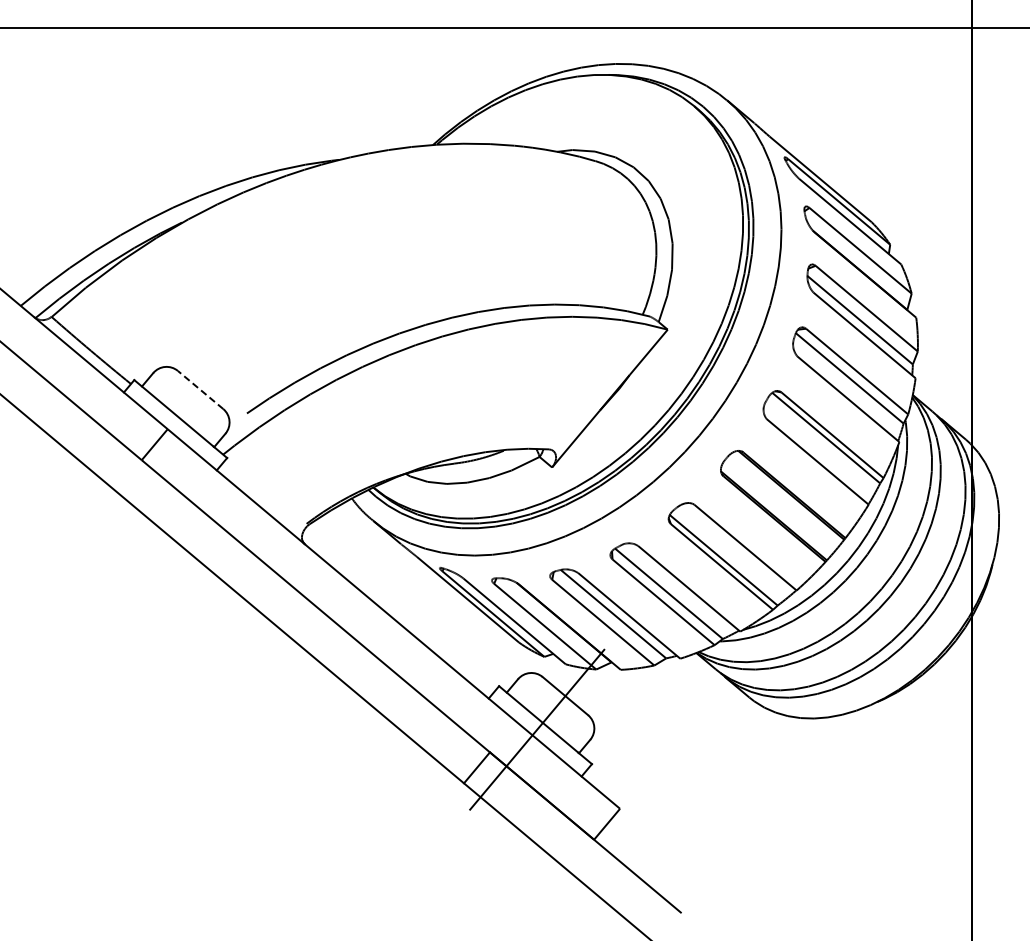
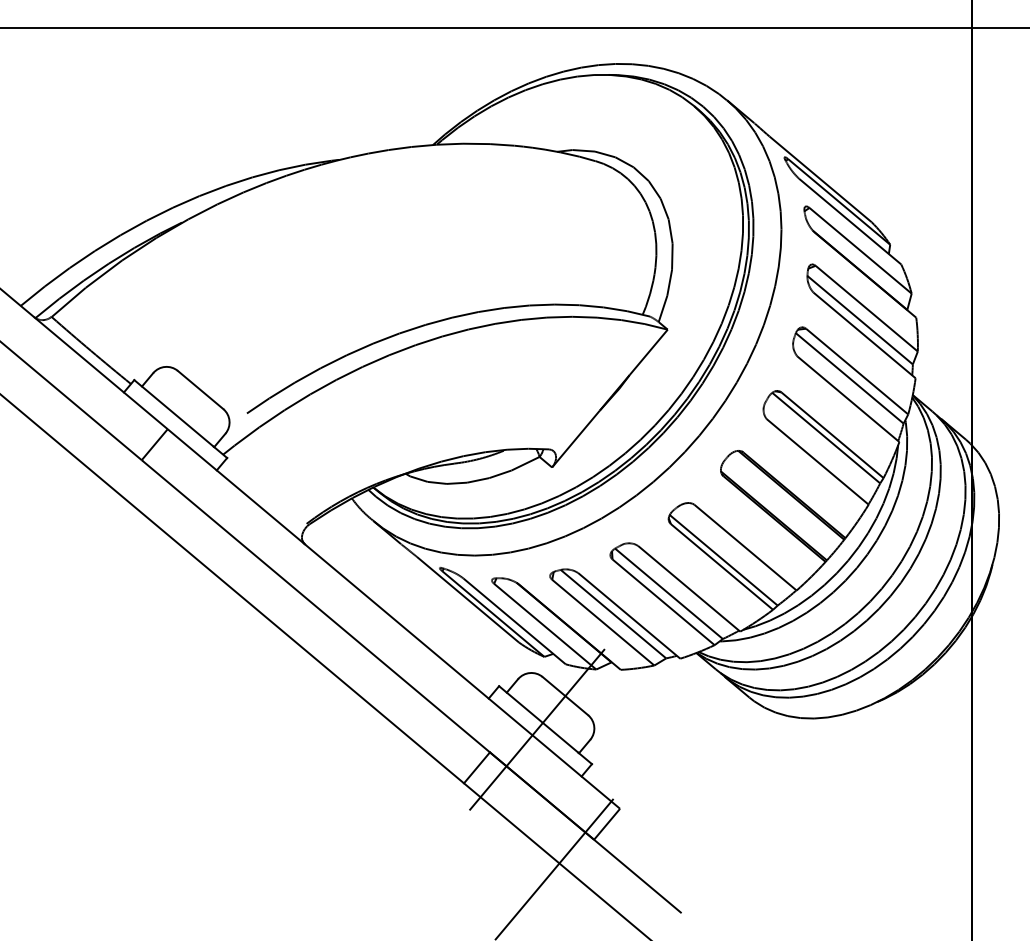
line at (200, 390): dashed -> solid
line at (555, 867): none -> present
